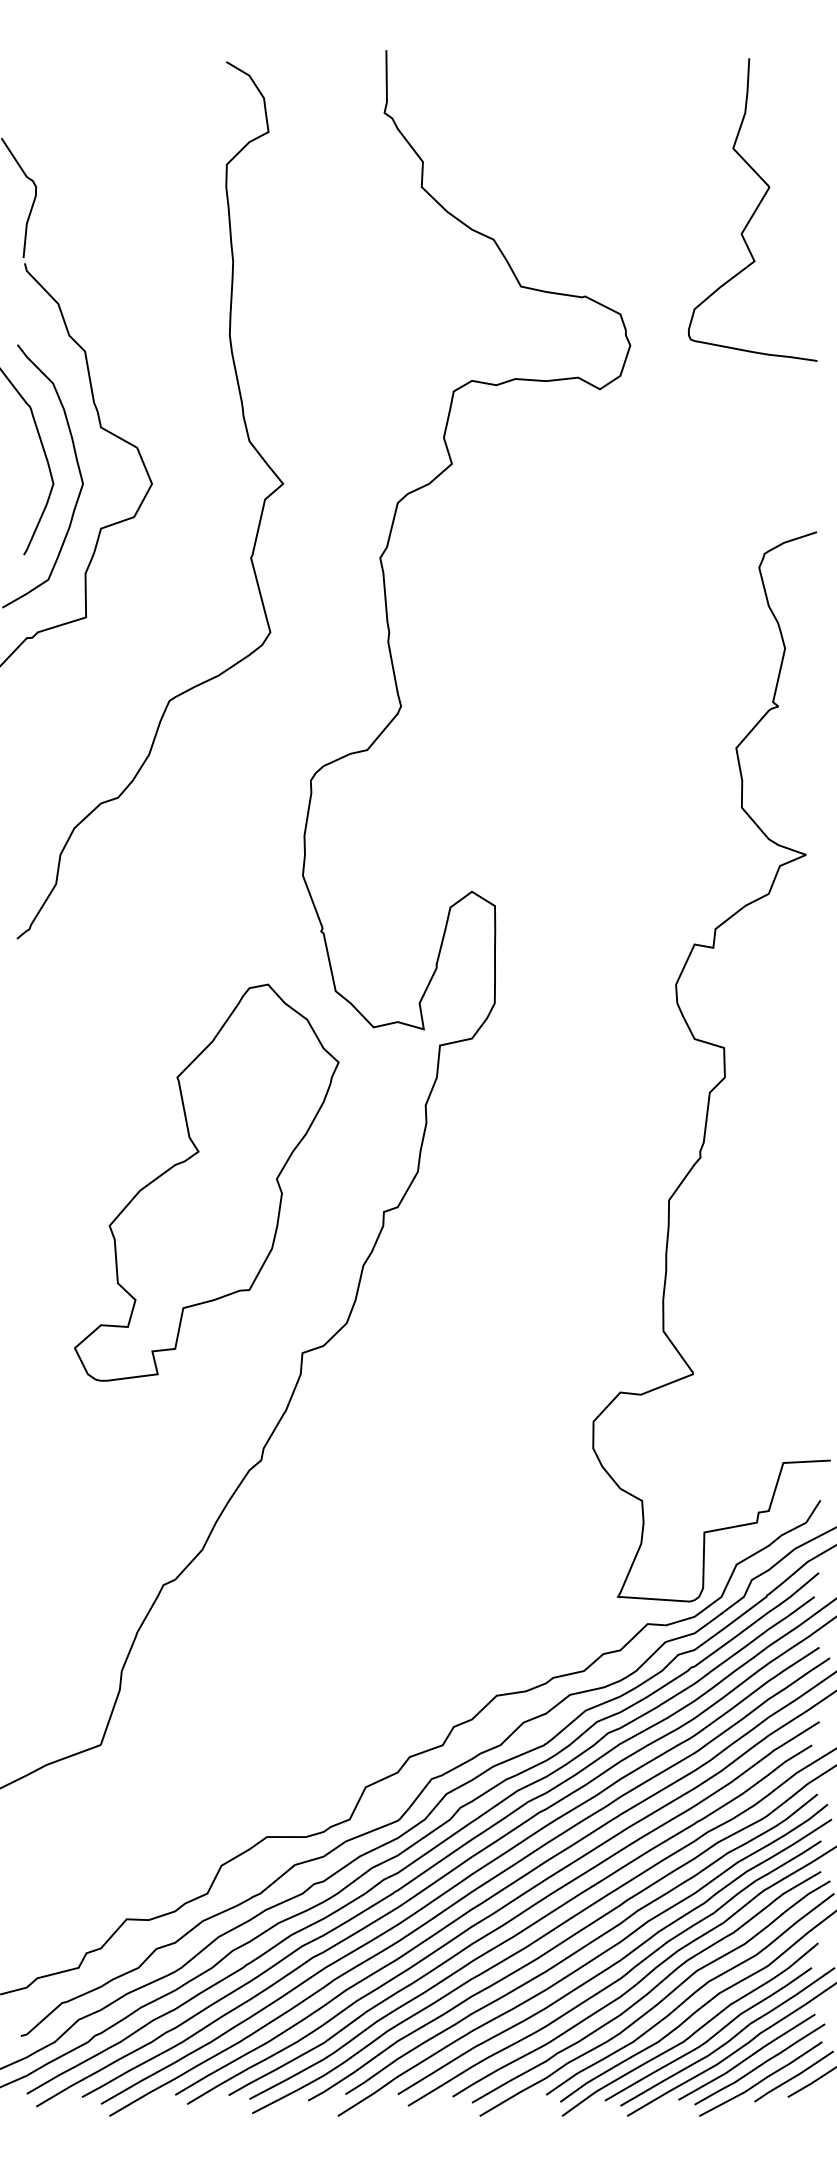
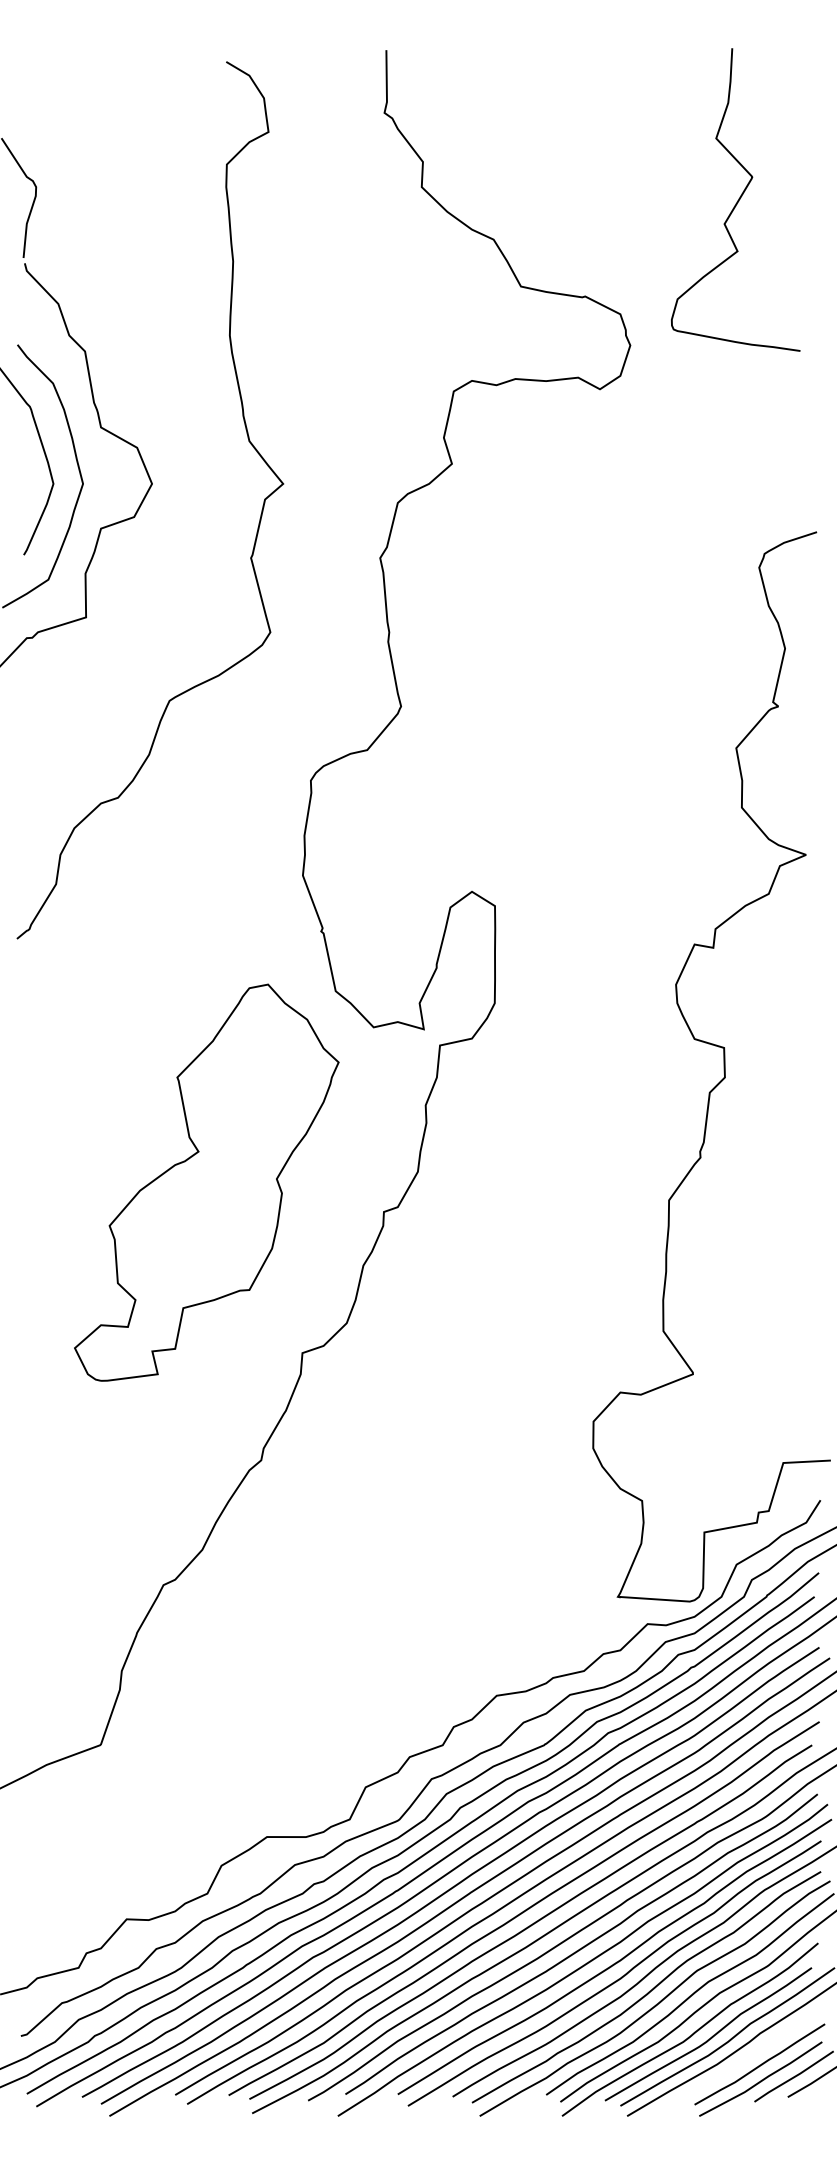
curve at (754, 210) position: (754, 210) -> (737, 200)
curve at (746, 2057): present -> none
